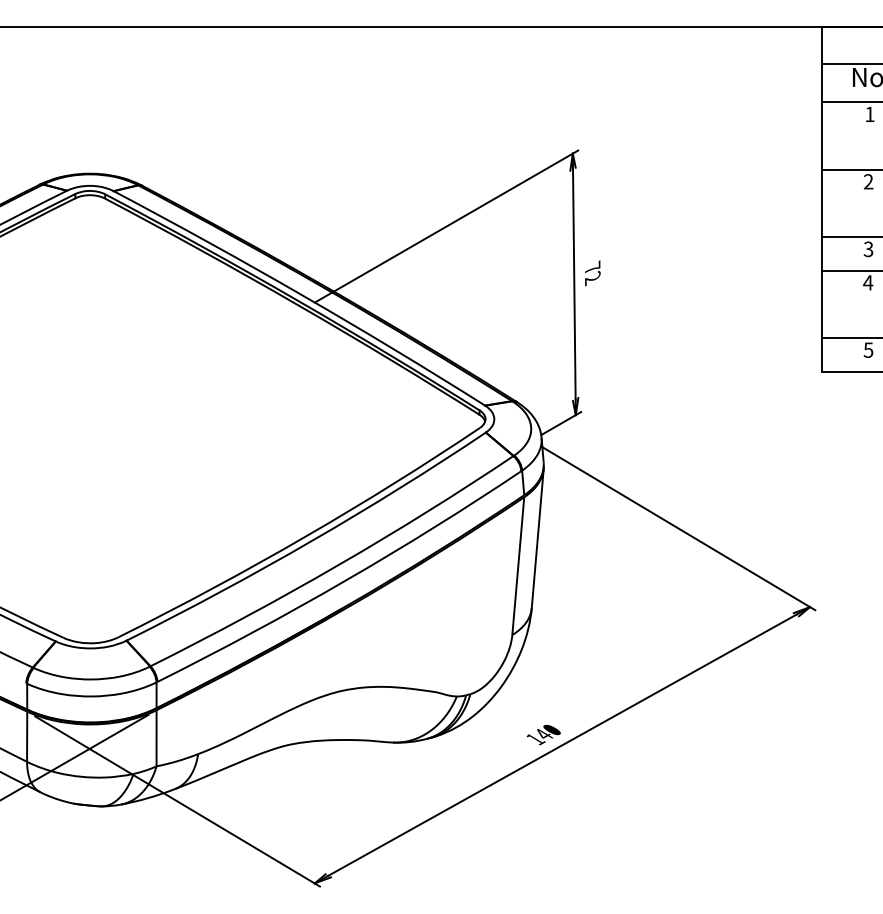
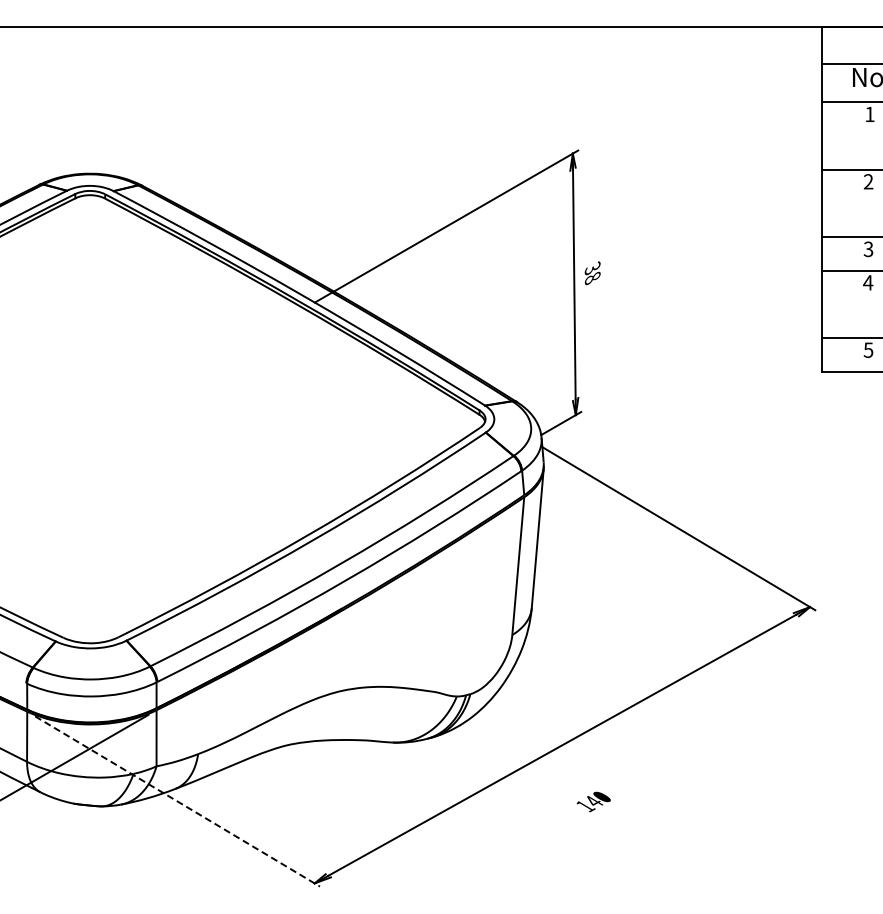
text at (592, 273): 72 -> 38
text at (543, 734) position: (543, 734) -> (593, 801)
line at (177, 801): solid -> dashed
